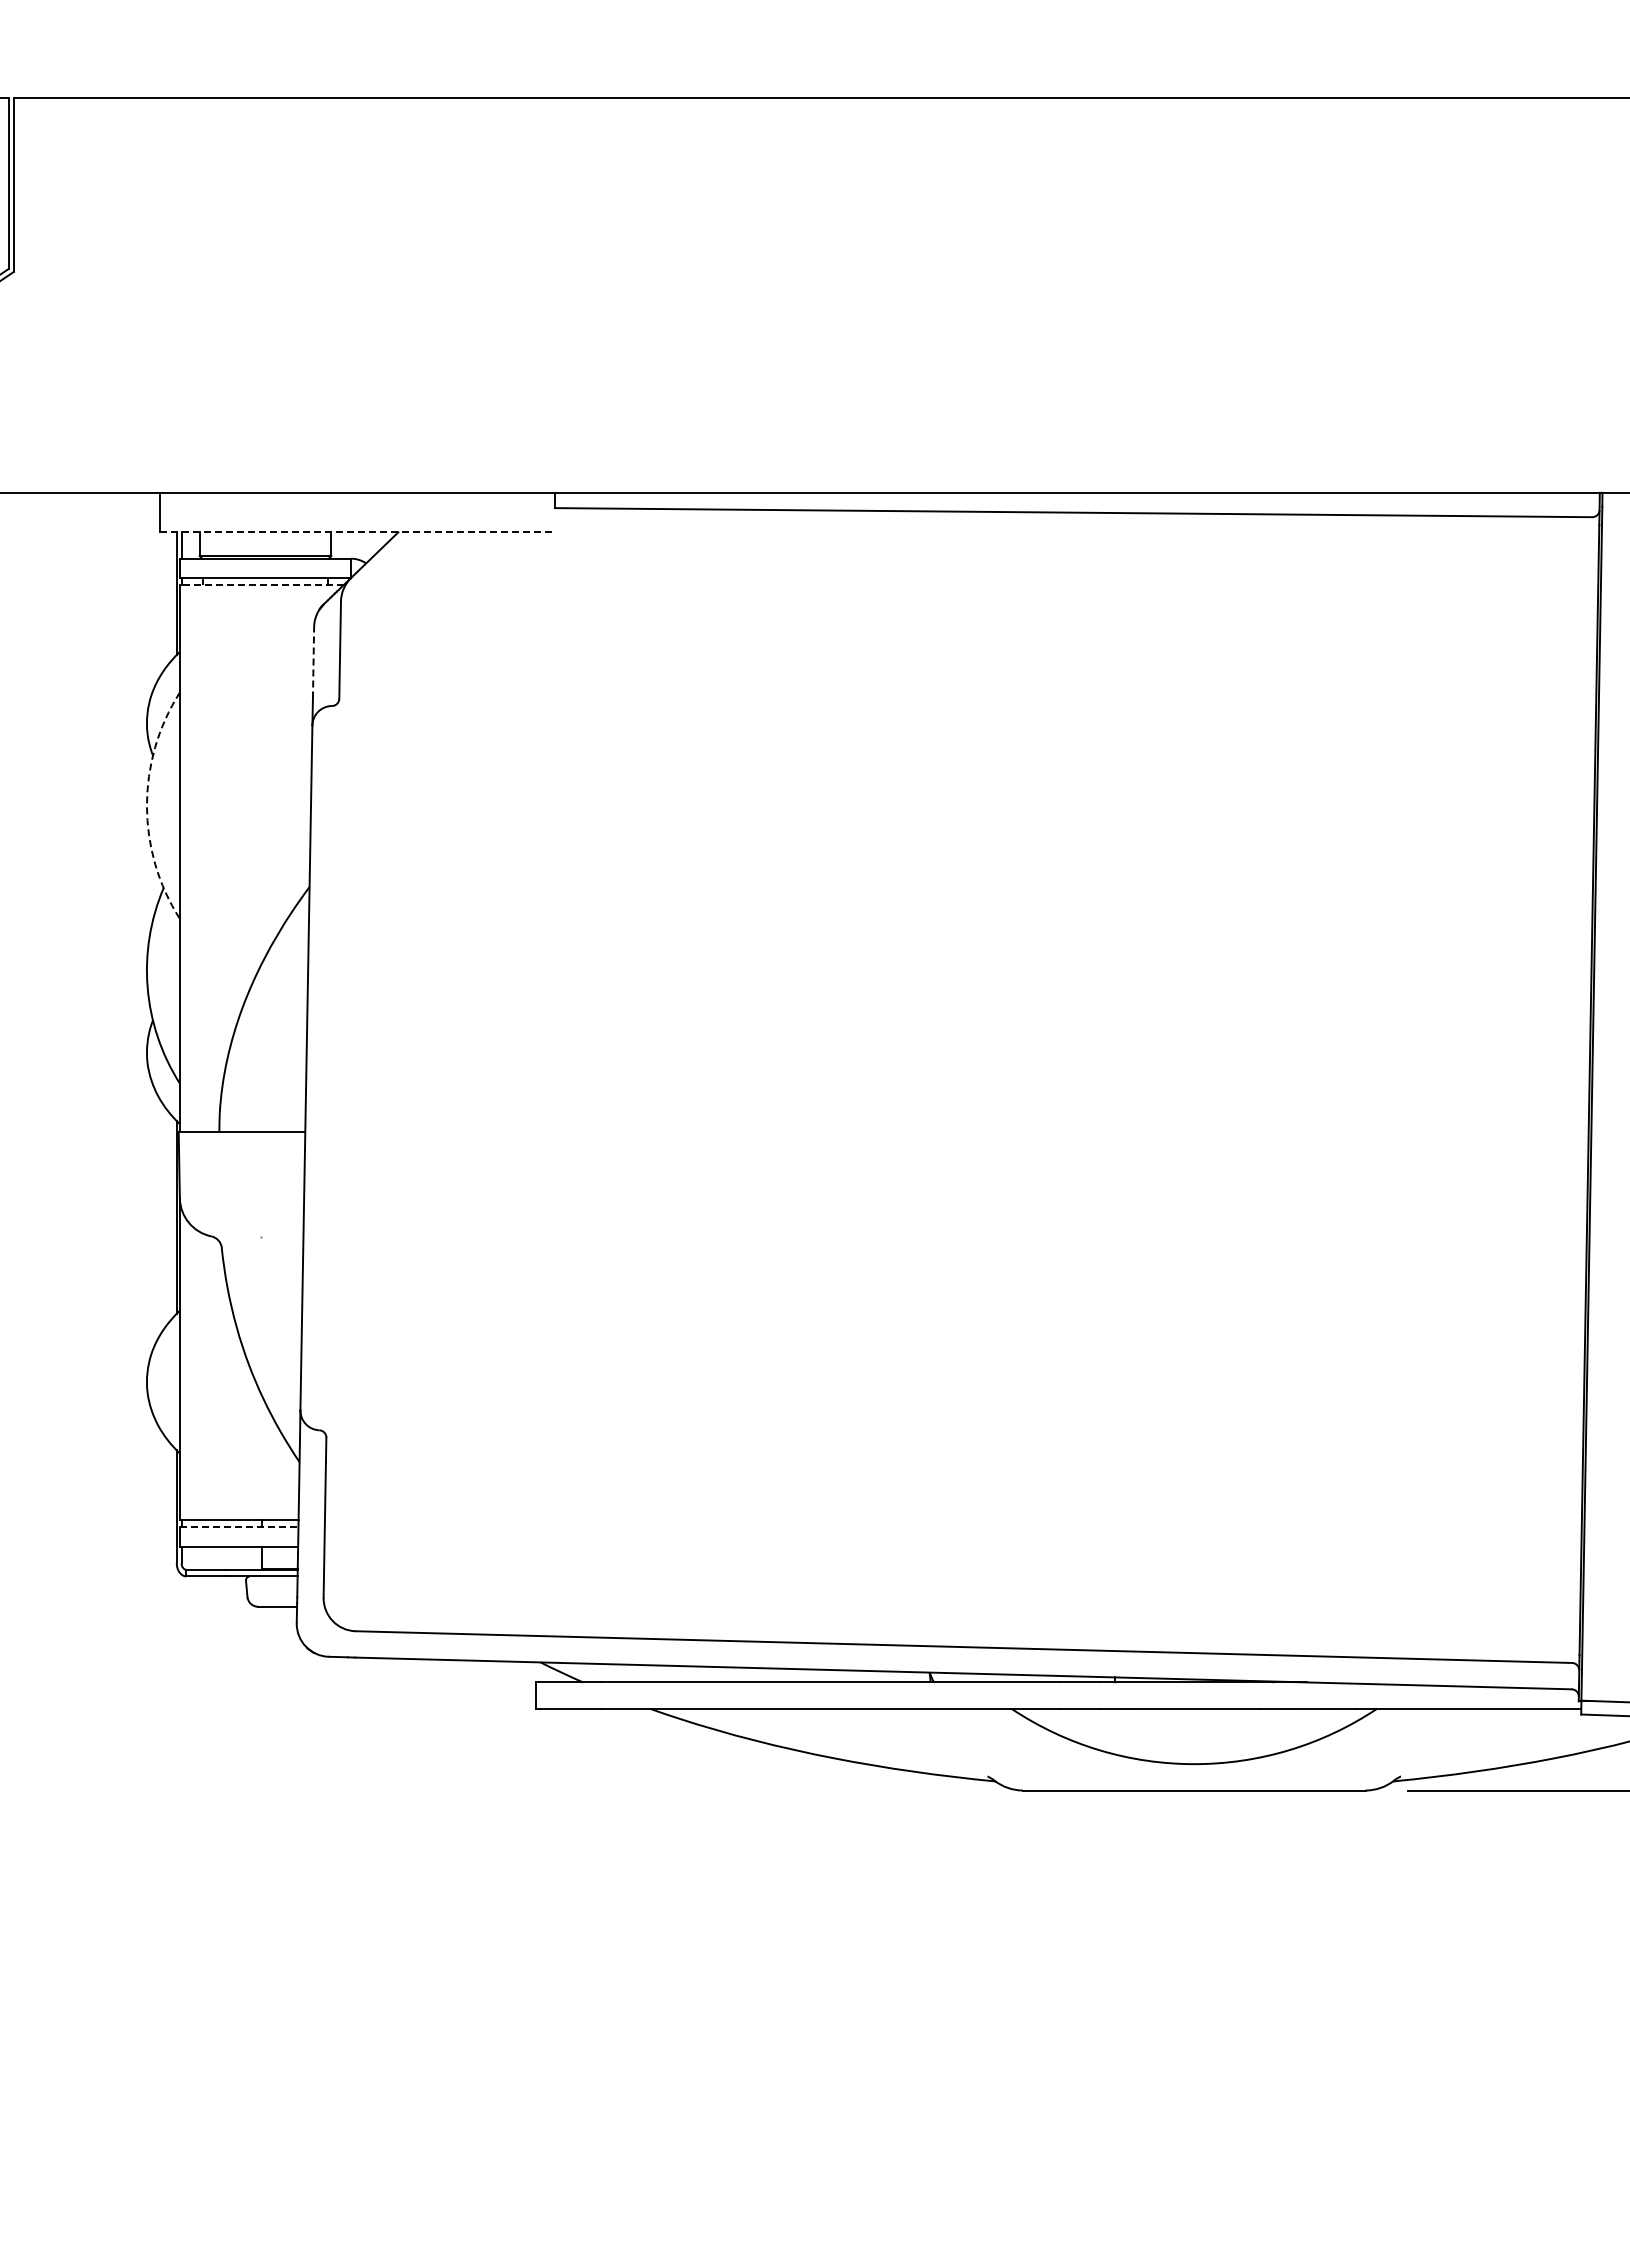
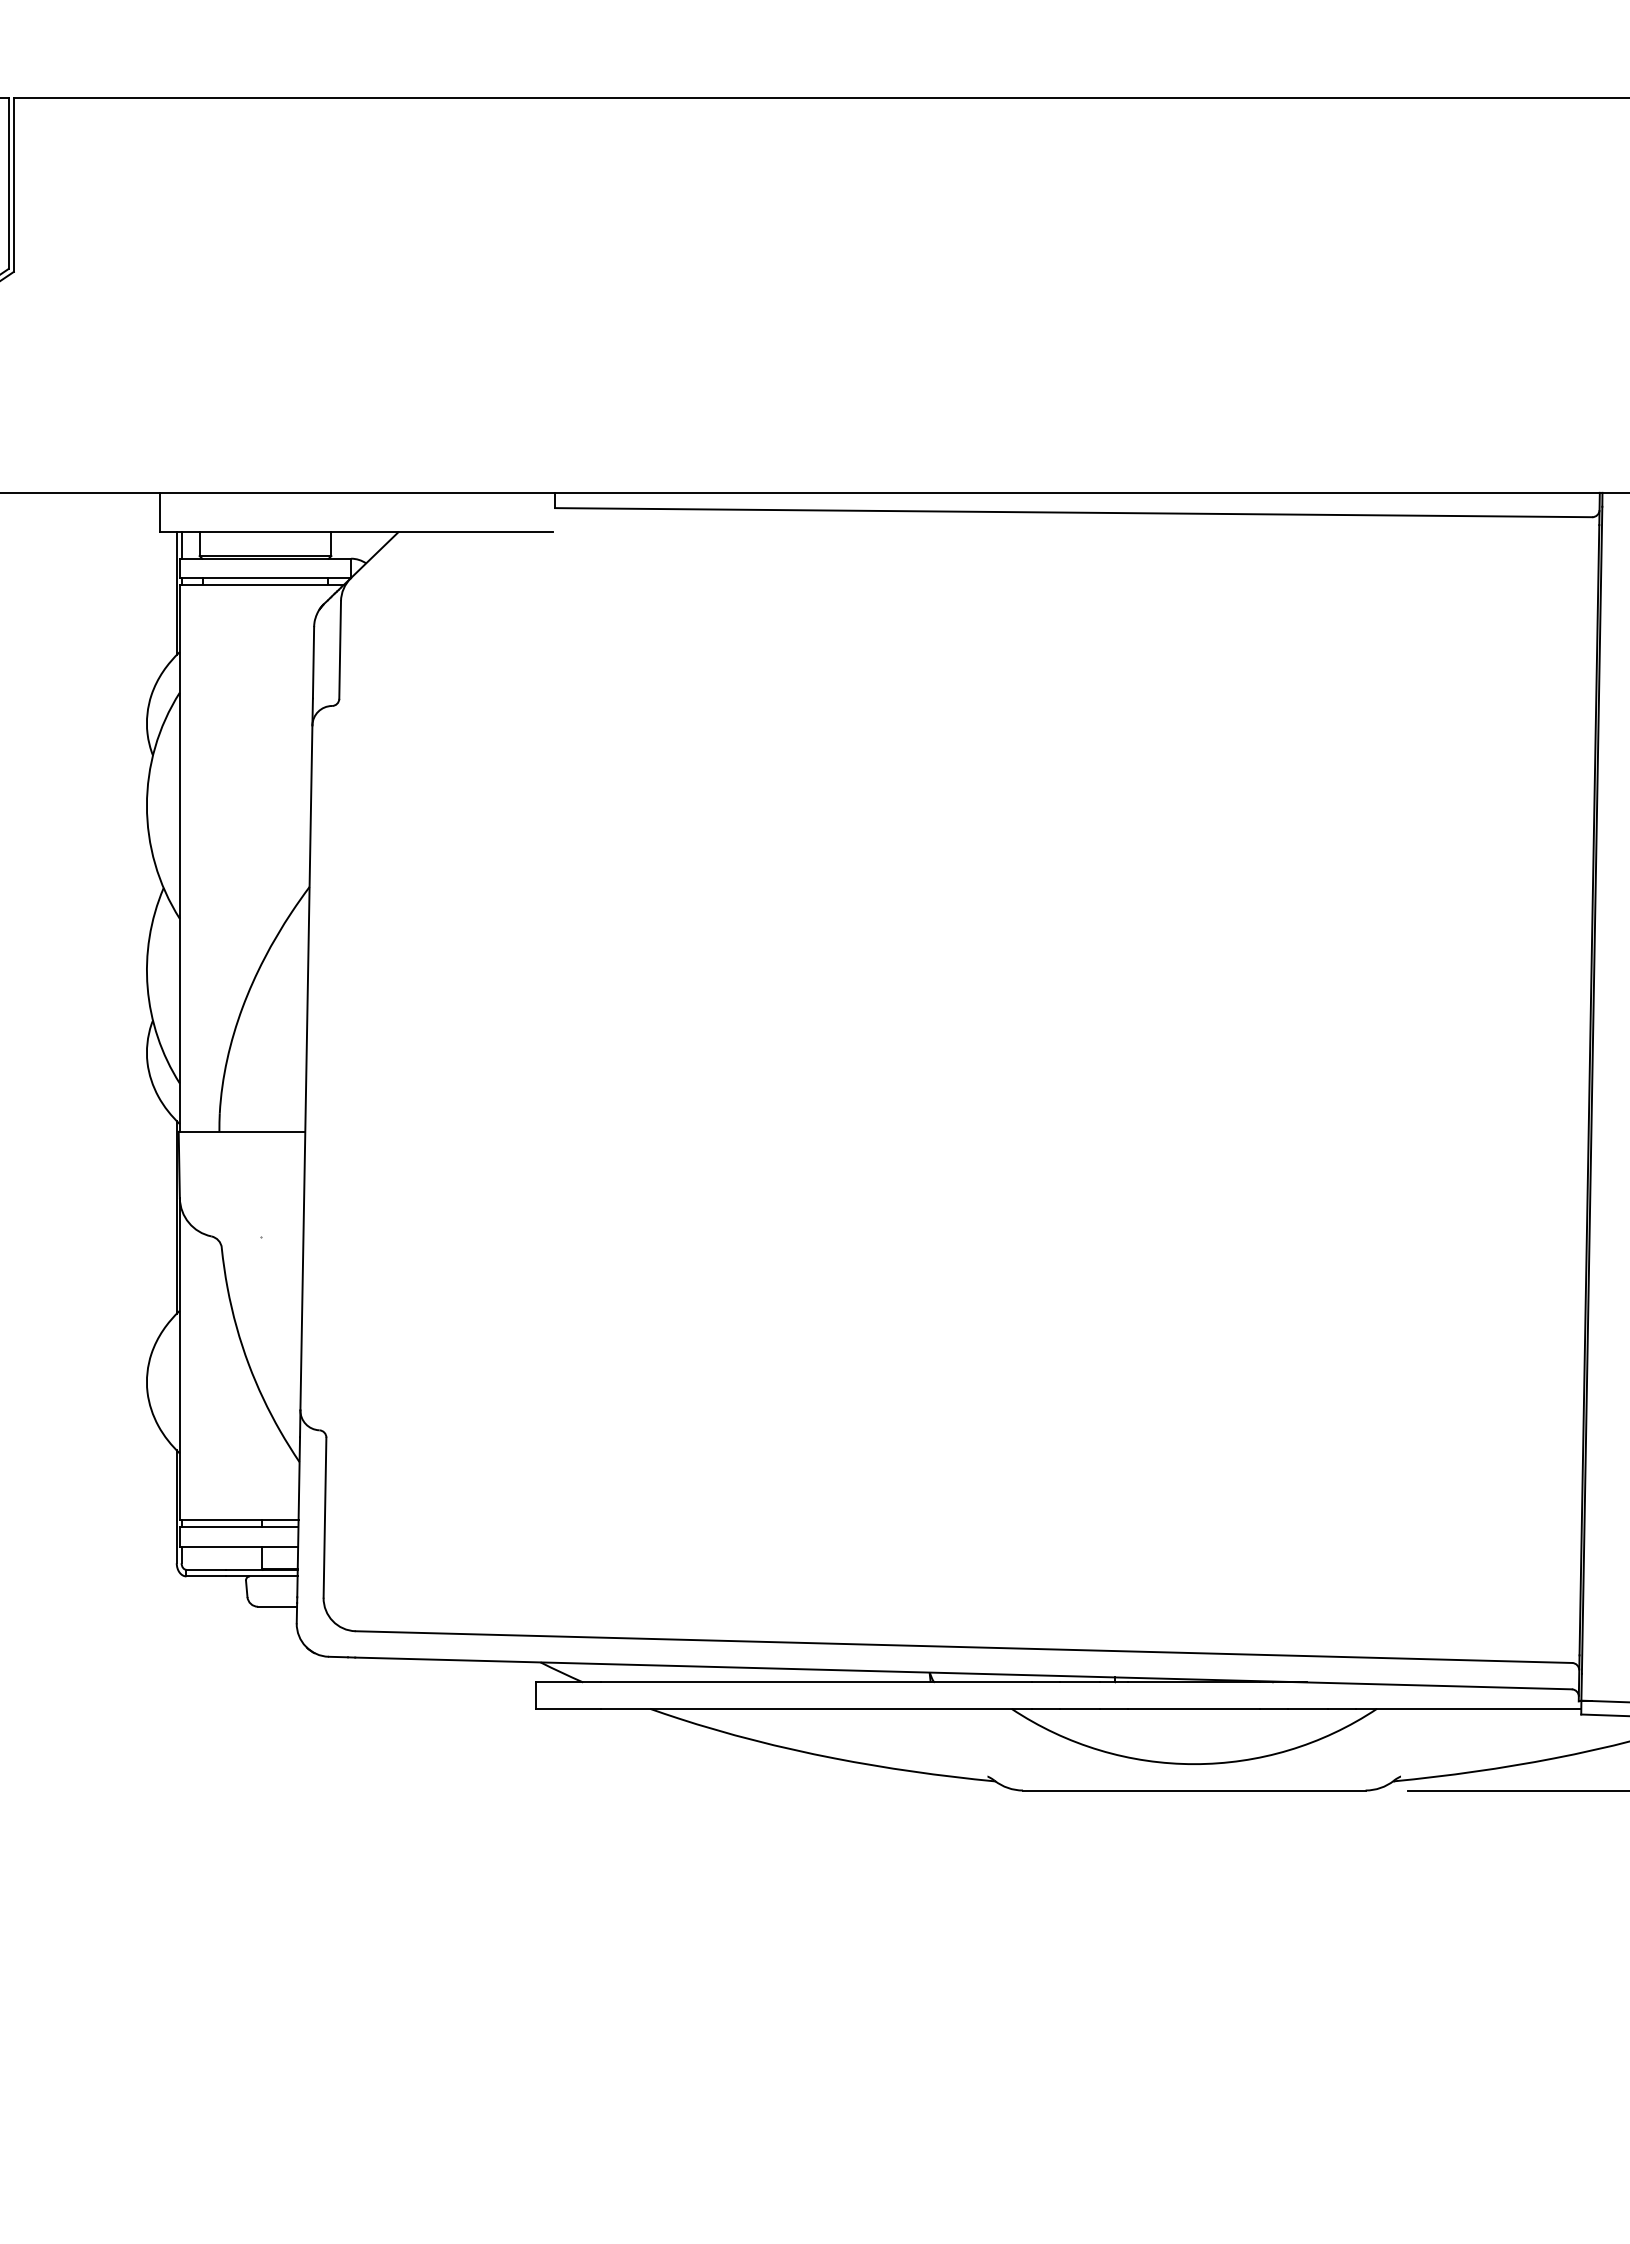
line at (357, 532): dashed -> solid
line at (261, 585): dashed -> solid
line at (313, 662): dashed -> solid
arc at (146, 805): dashed -> solid
line at (239, 1527): dashed -> solid
